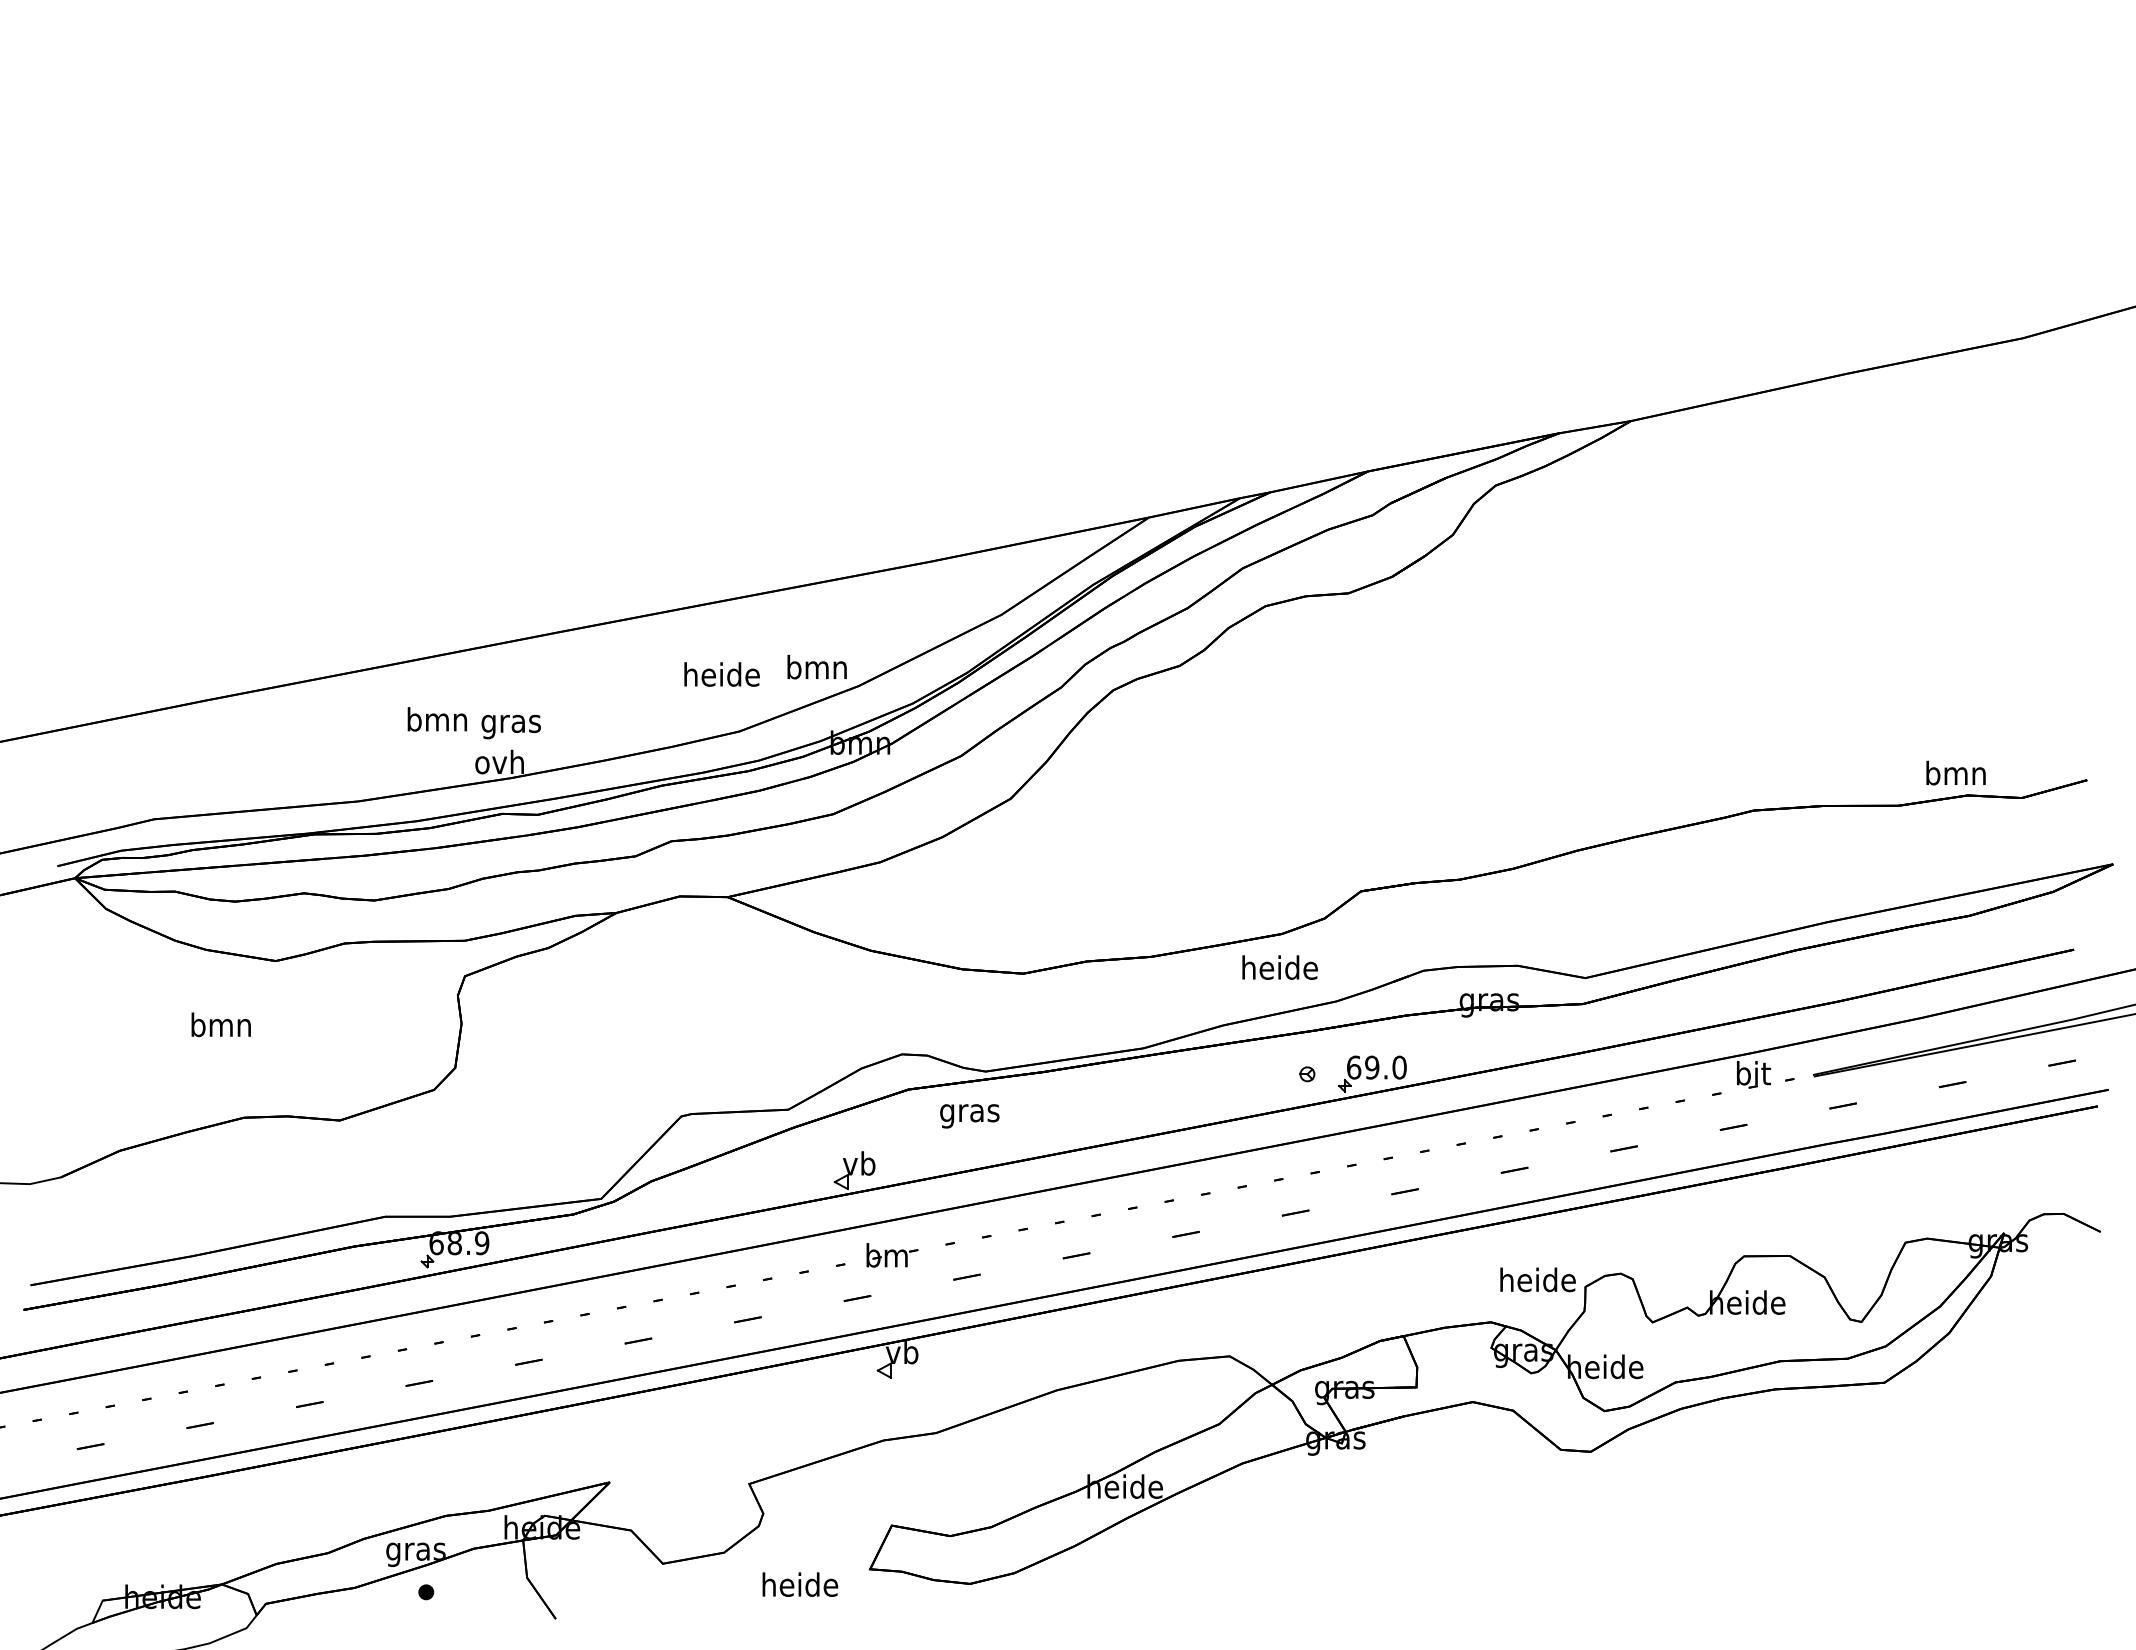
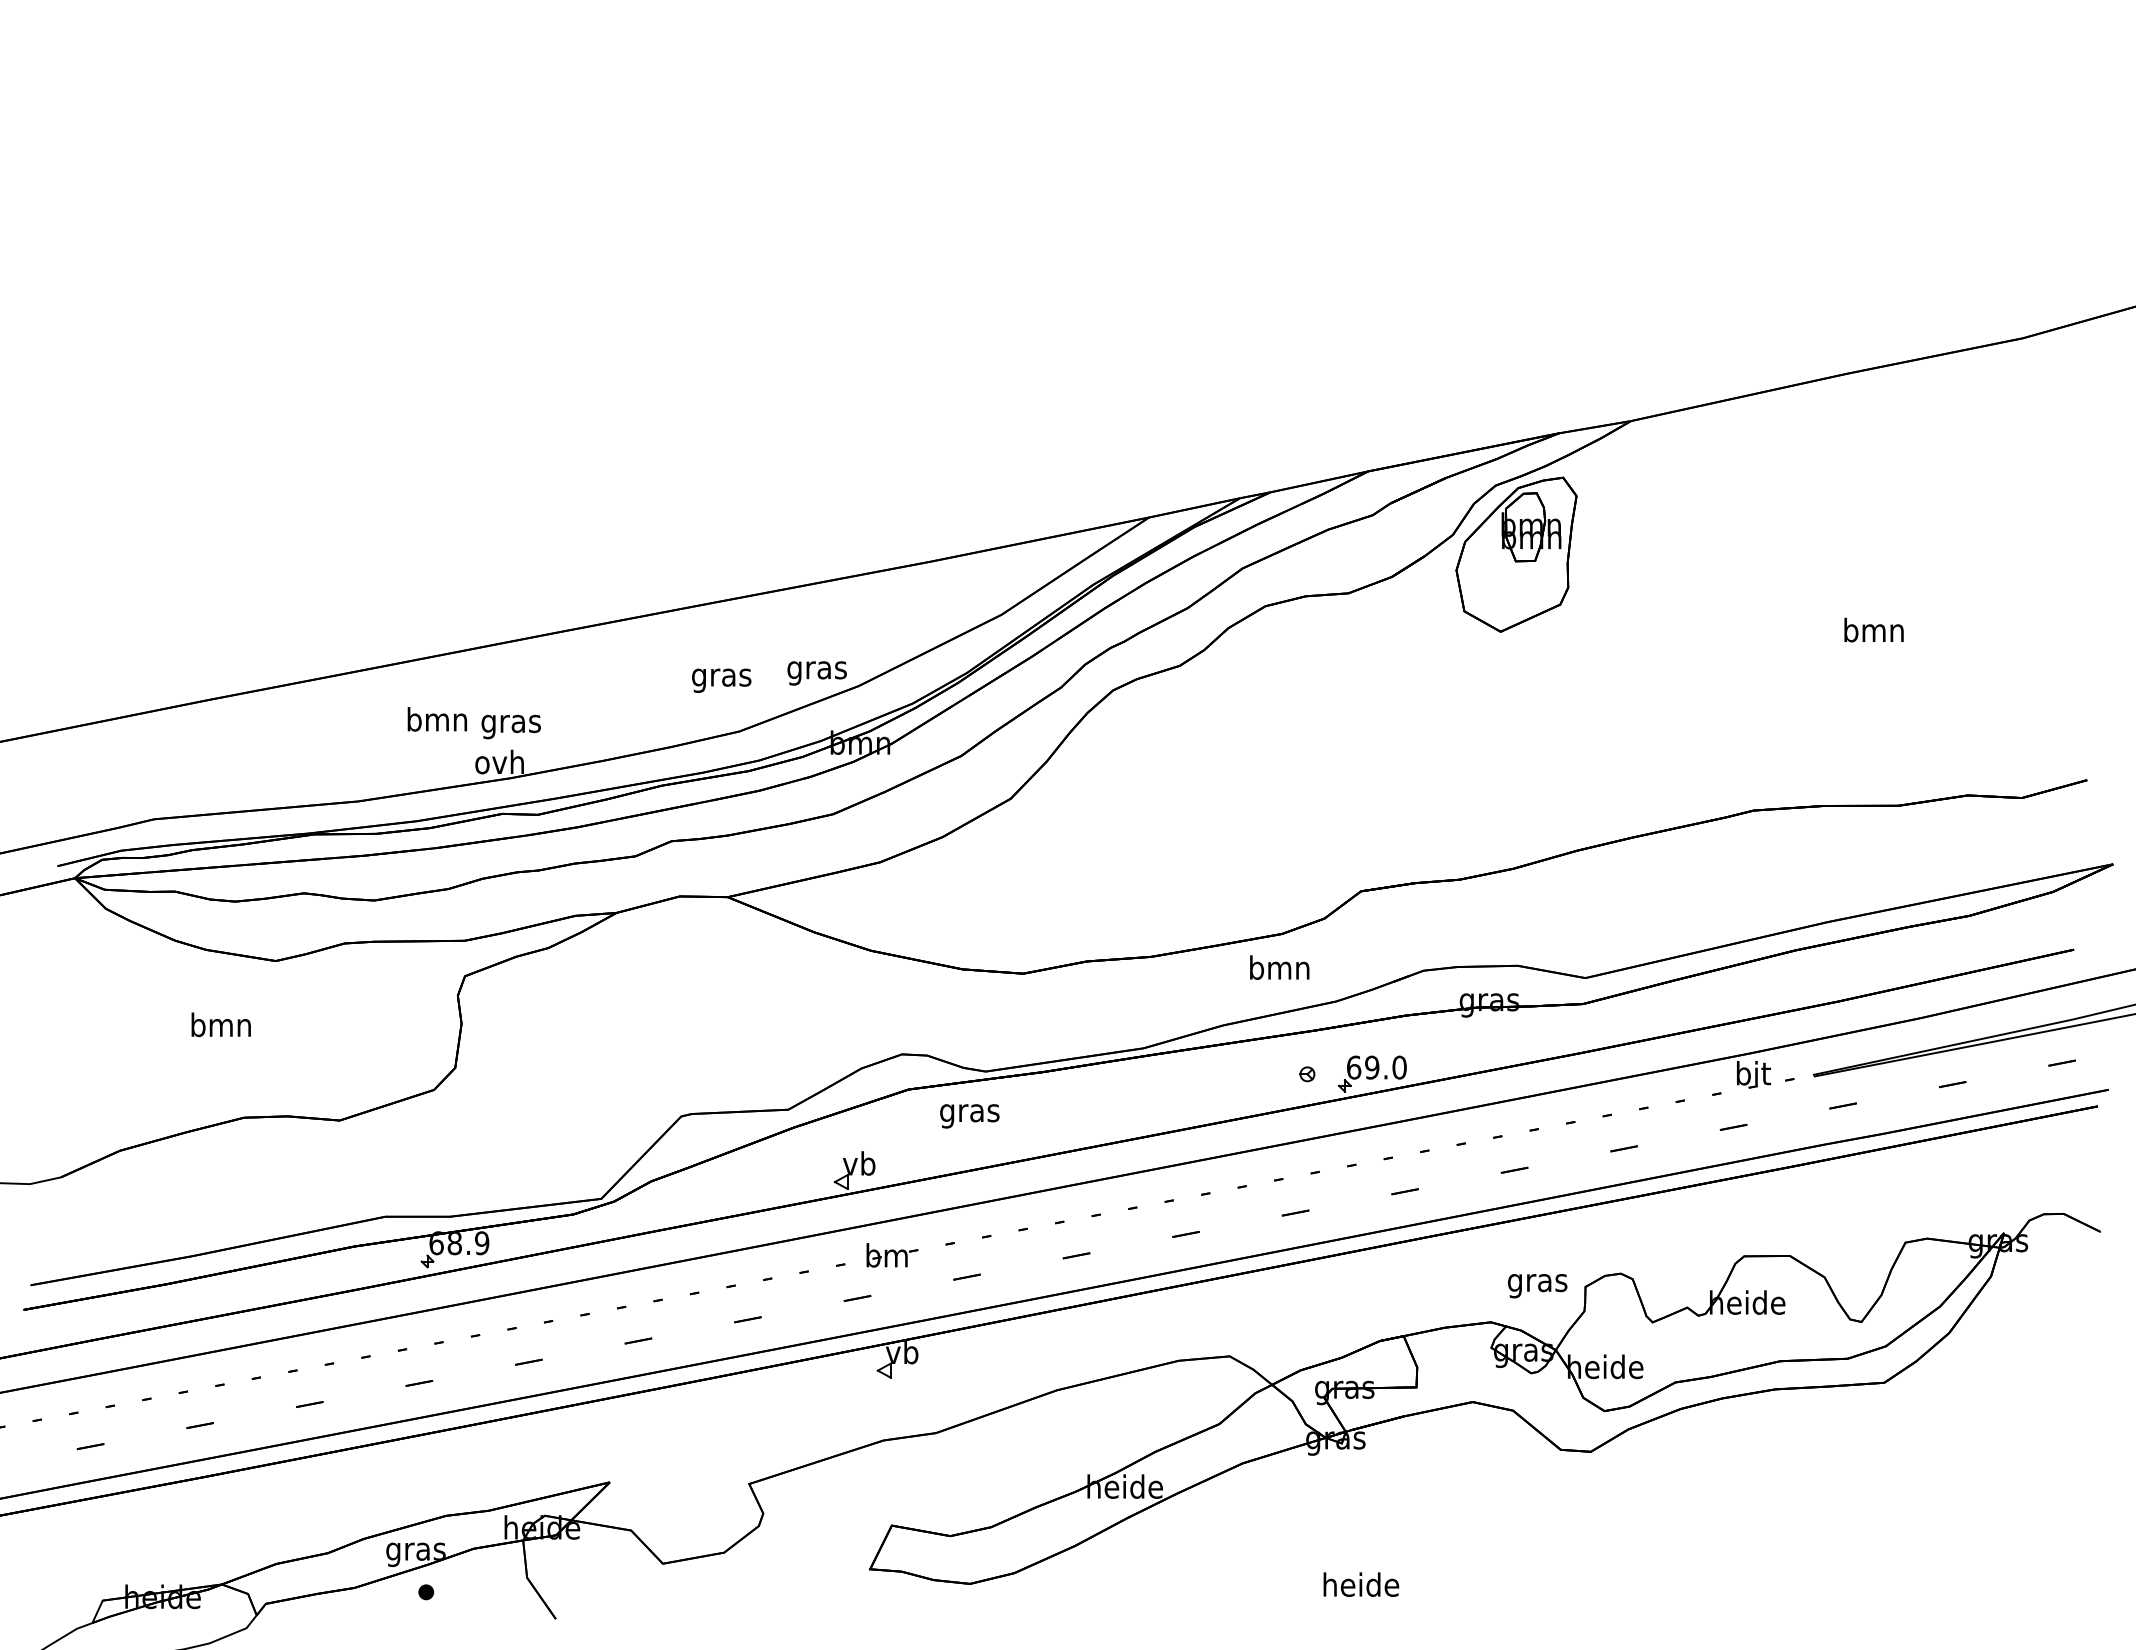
part at (1516, 554): none -> present
text at (816, 669): bmn -> gras
text at (721, 677): heide -> gras
text at (1955, 772) position: (1955, 772) -> (1873, 629)
text at (1279, 967): heide -> bmn
text at (1537, 1282): heide -> gras
text at (800, 1584) position: (800, 1584) -> (1361, 1584)
